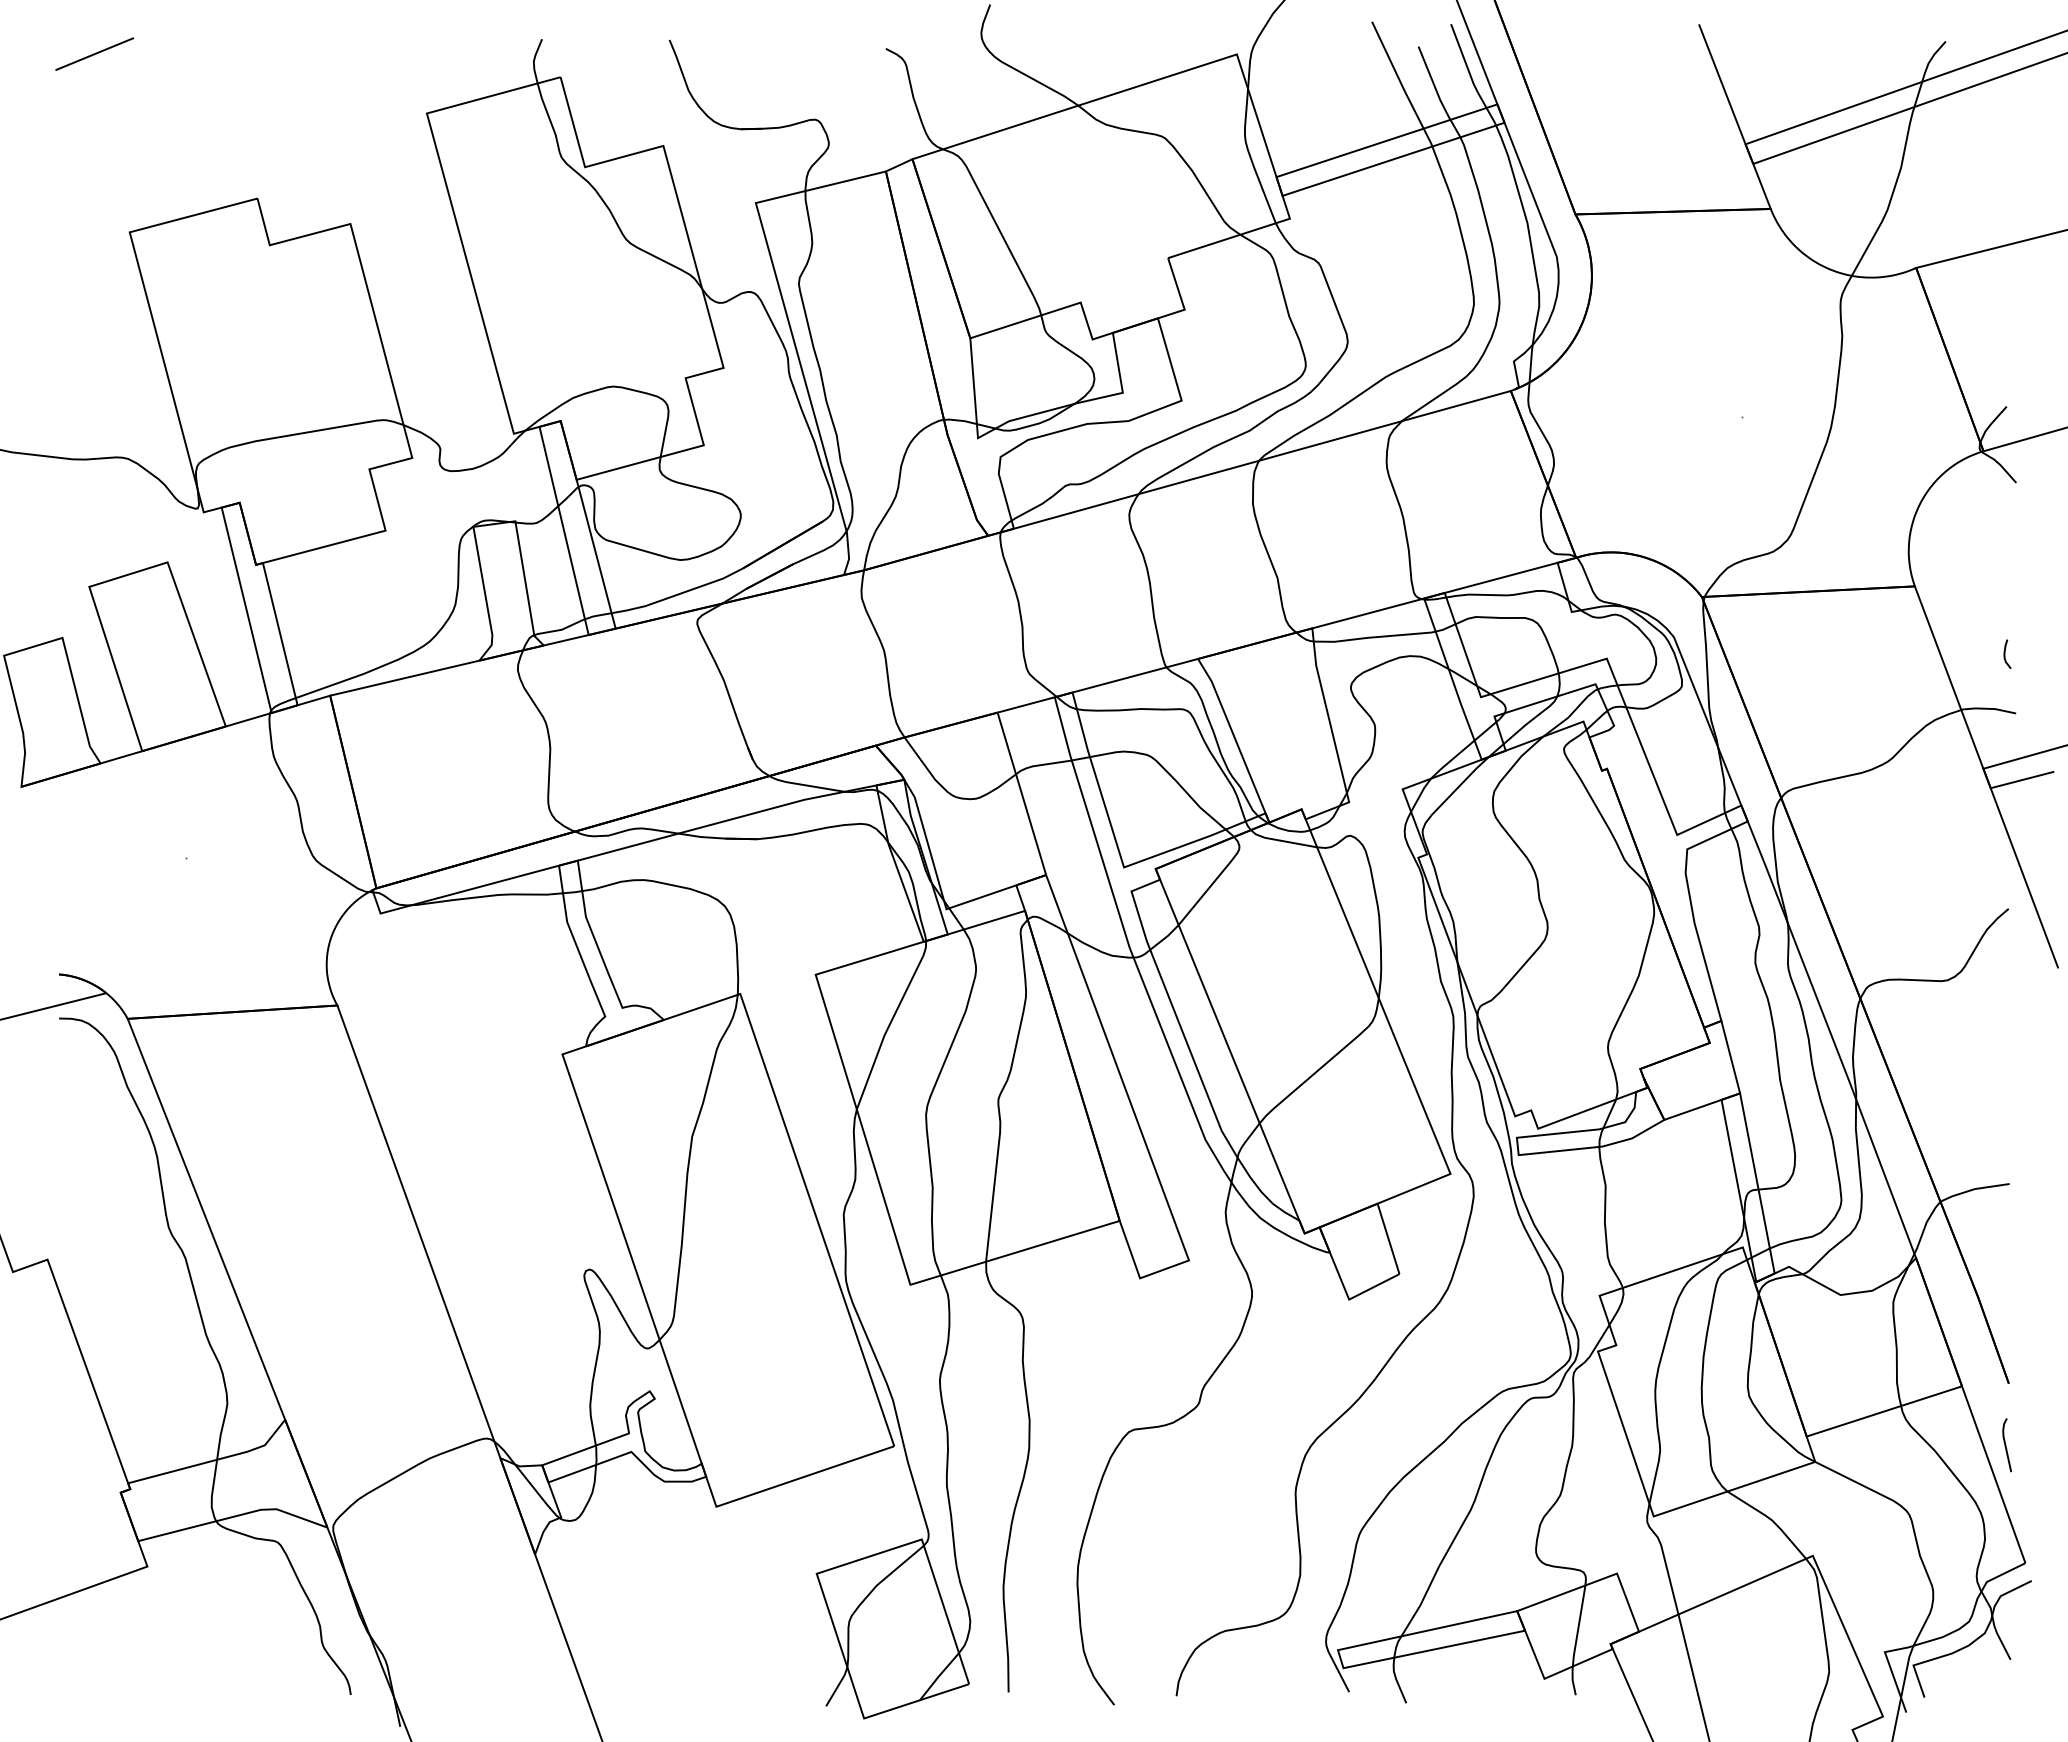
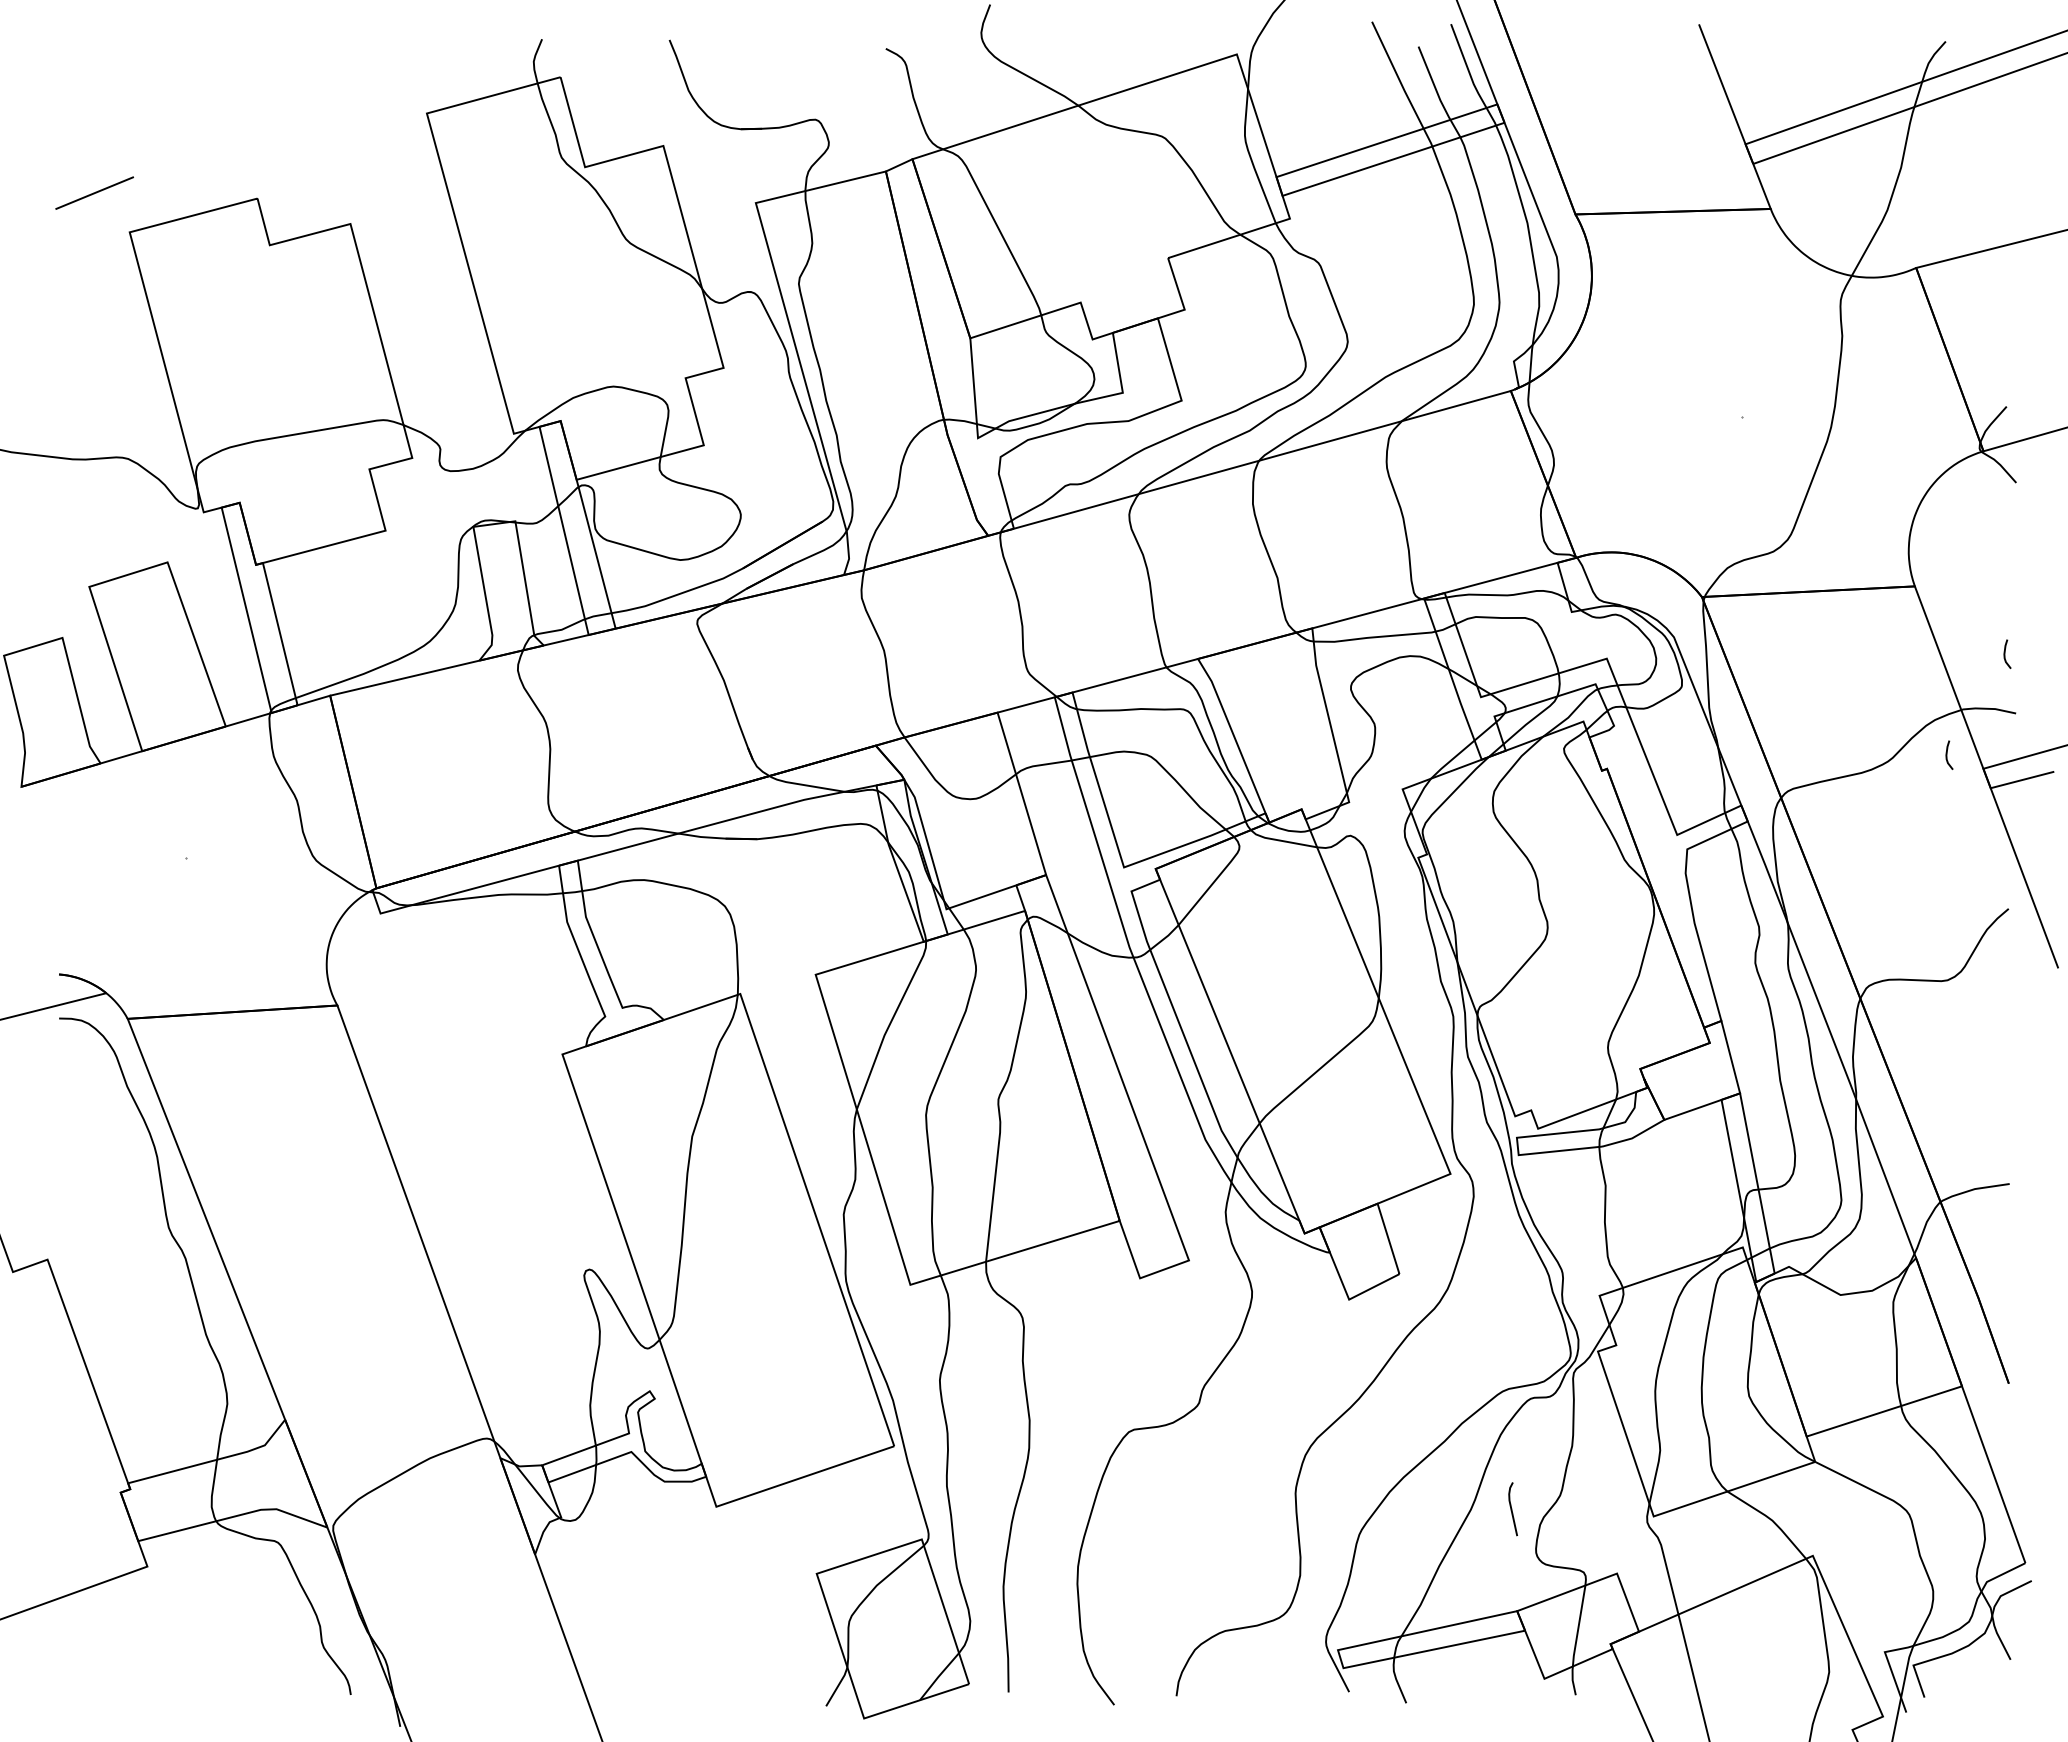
line at (94, 53) position: (94, 53) -> (94, 192)
curve at (1947, 754): none -> present
line at (2006, 1445) position: (2006, 1445) -> (1512, 1509)
